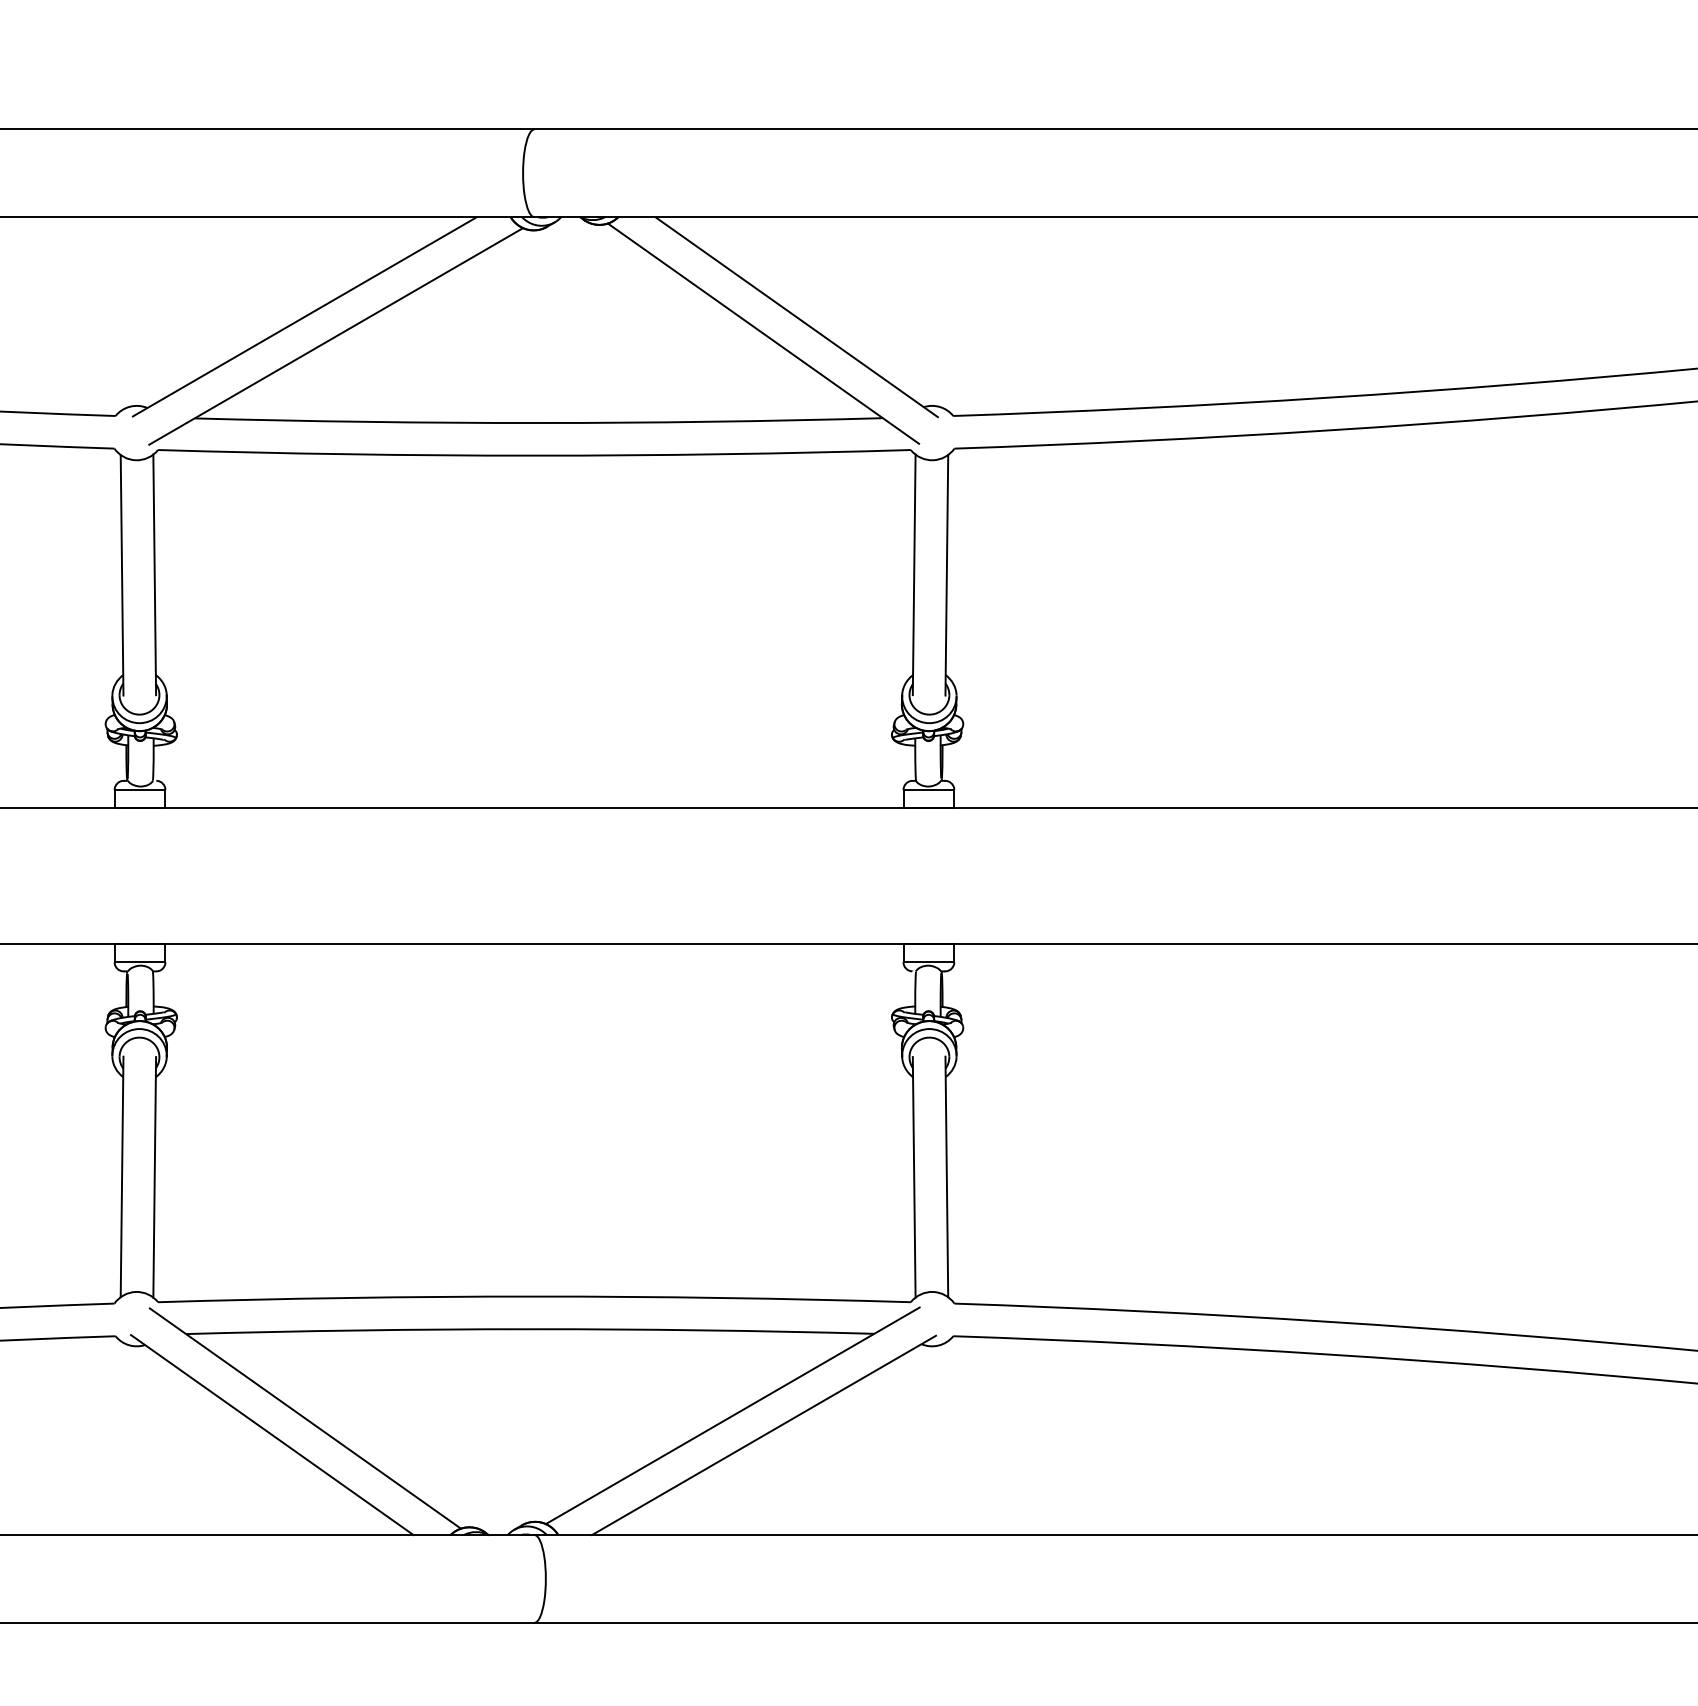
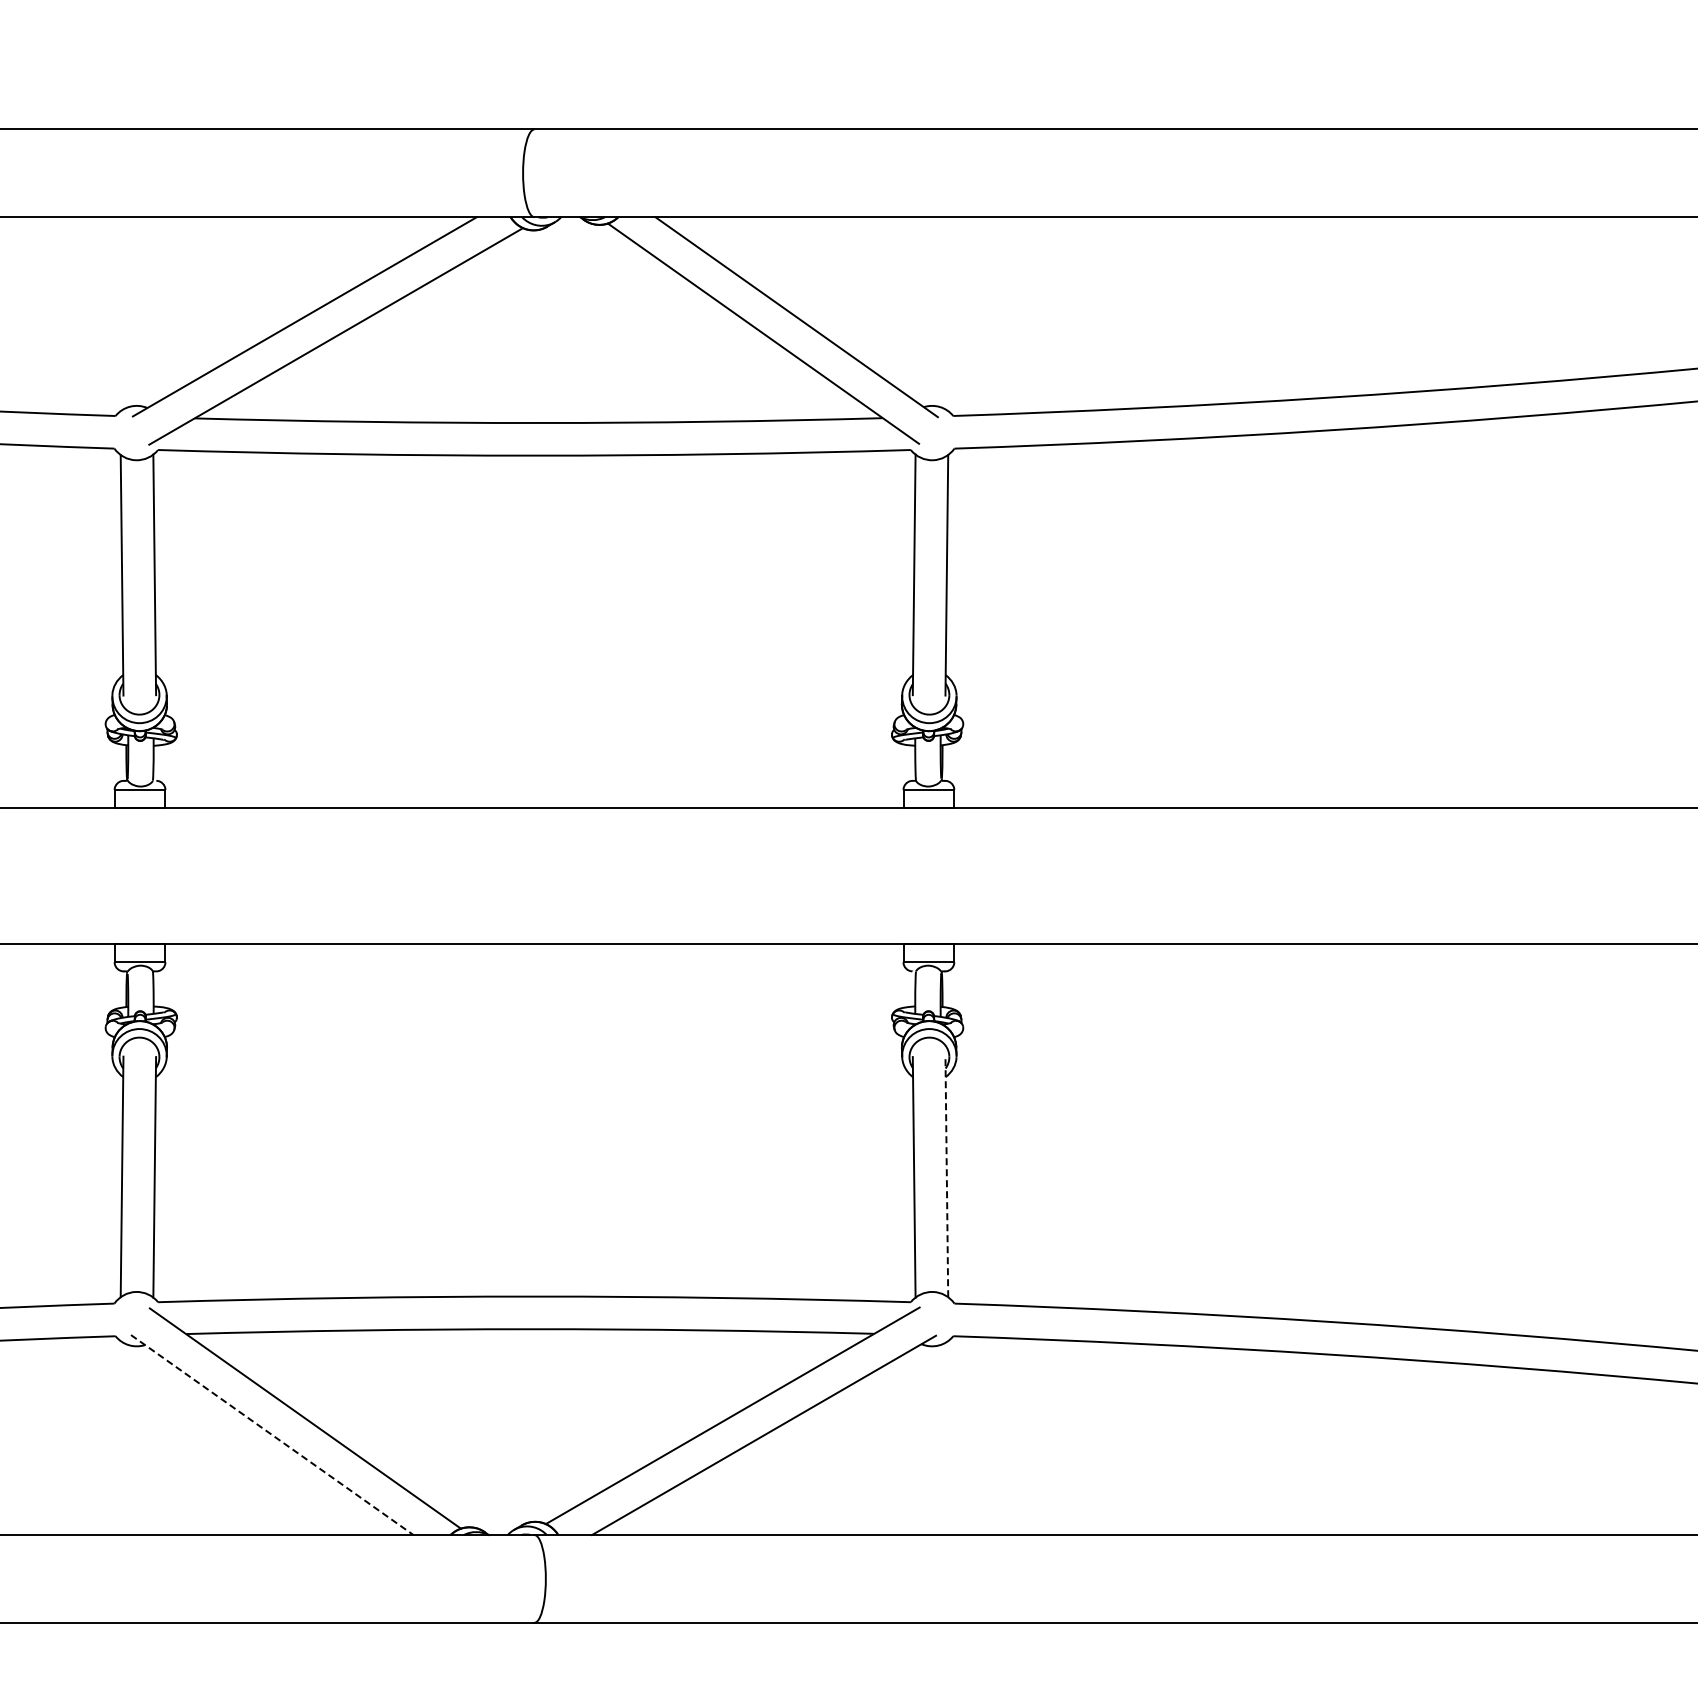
line at (946, 1176): solid -> dashed
line at (272, 1435): solid -> dashed
